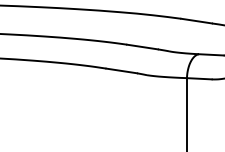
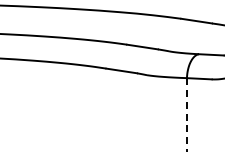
line at (186, 115): solid -> dashed
